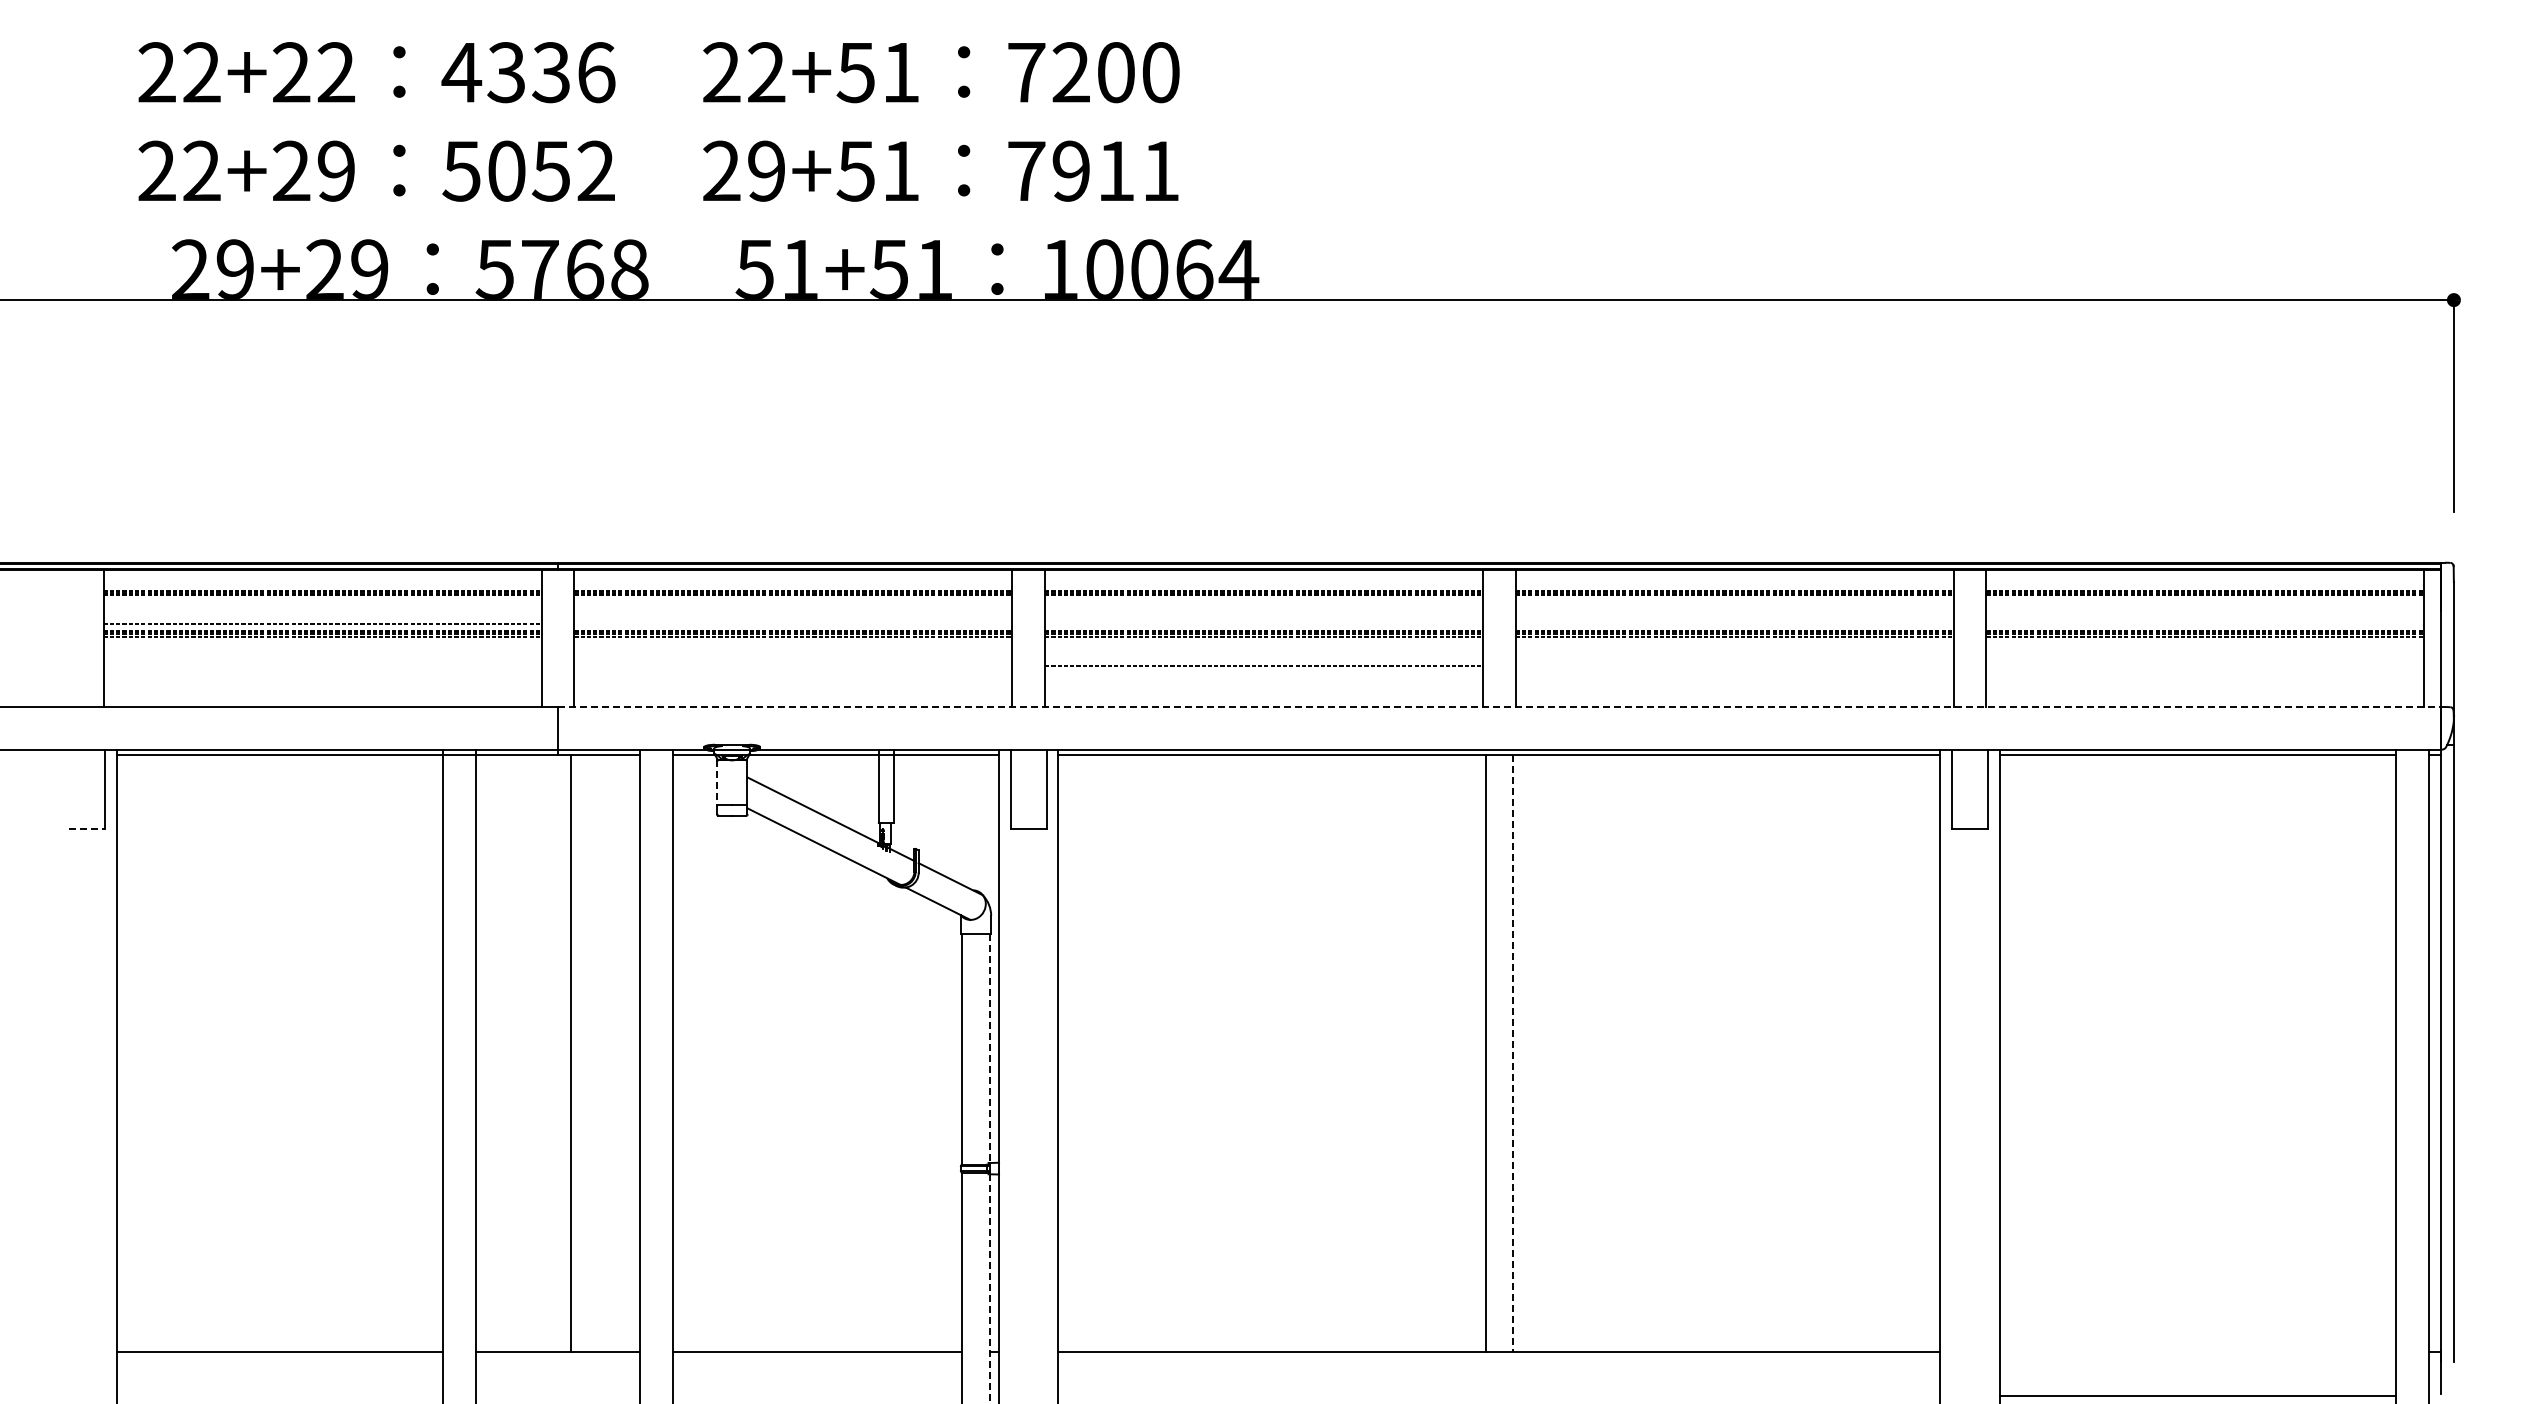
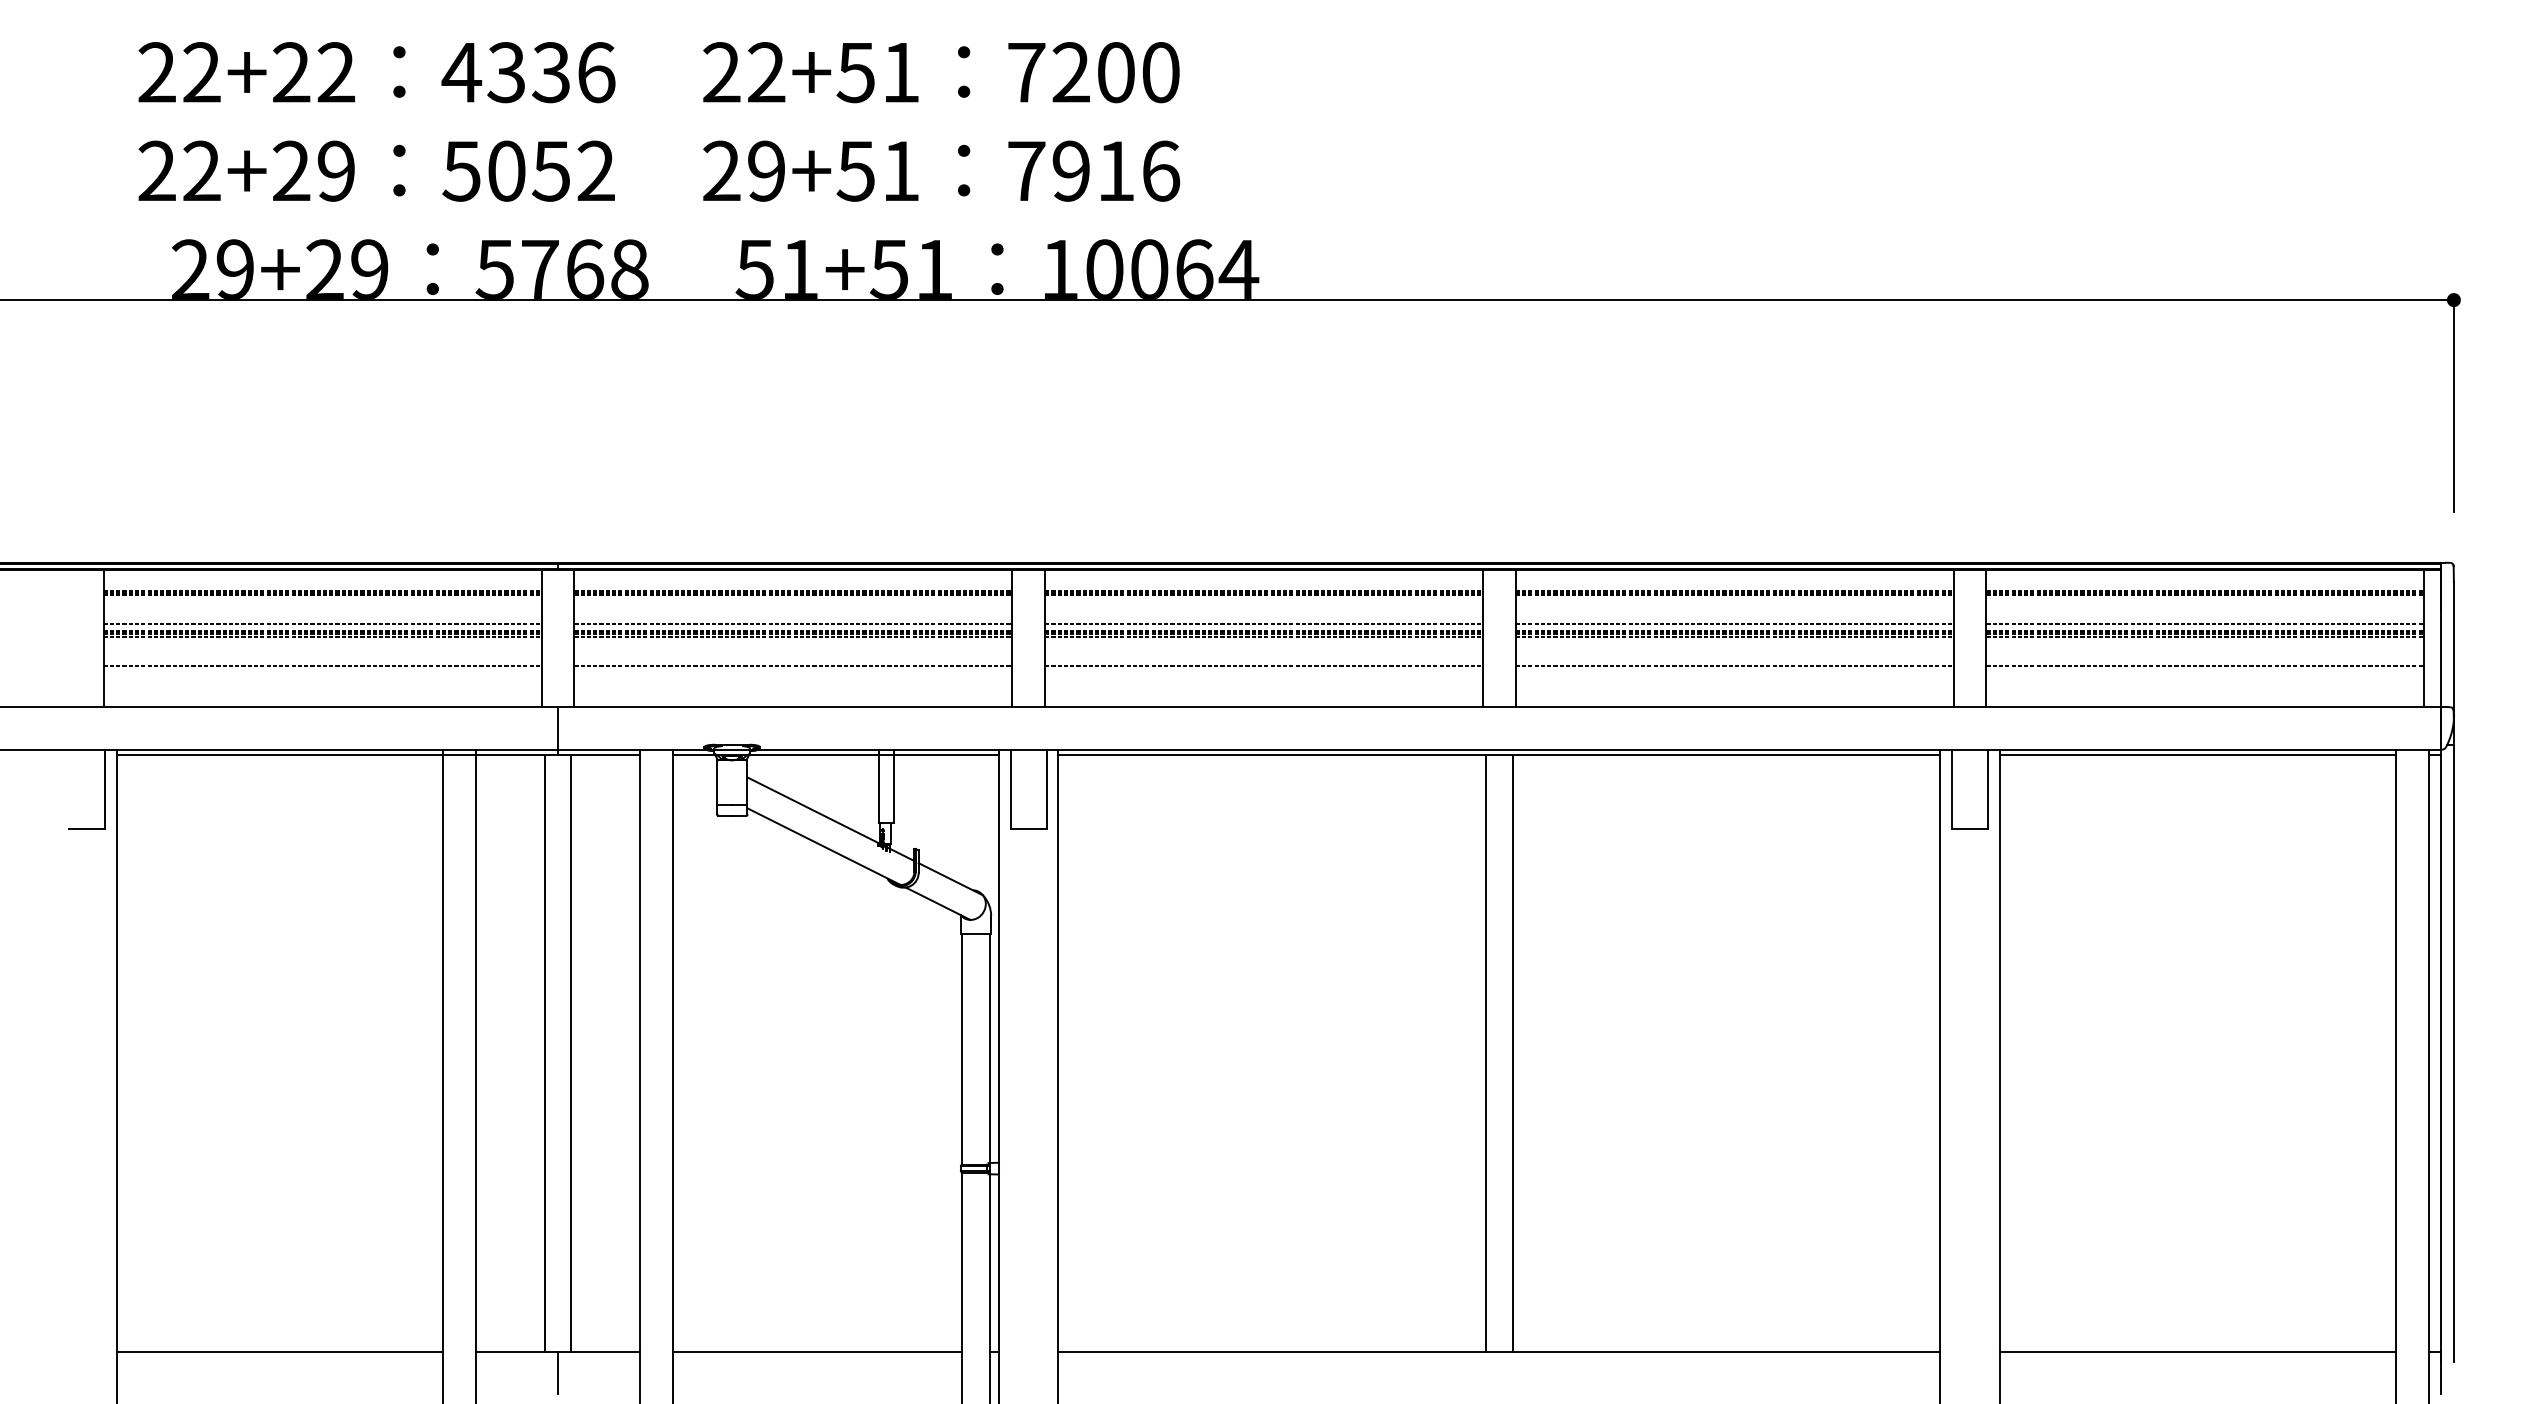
text at (1161, 170): 7911 -> 7916
line at (793, 624): none -> present
line at (1263, 624): none -> present
line at (1734, 624): none -> present
line at (2205, 624): none -> present
line at (322, 666): none -> present
line at (793, 666): none -> present
line at (1734, 666): none -> present
line at (2205, 666): none -> present
line at (1499, 707): dashed -> solid
line at (717, 783): dashed -> solid
line at (87, 829): dashed -> solid
line at (989, 1049): dashed -> solid
line at (544, 1053): none -> present
line at (1512, 1053): dashed -> solid
line at (989, 1289): dashed -> solid
line at (558, 1372): none -> present
line at (2197, 1395) position: (2197, 1395) -> (2197, 1351)
